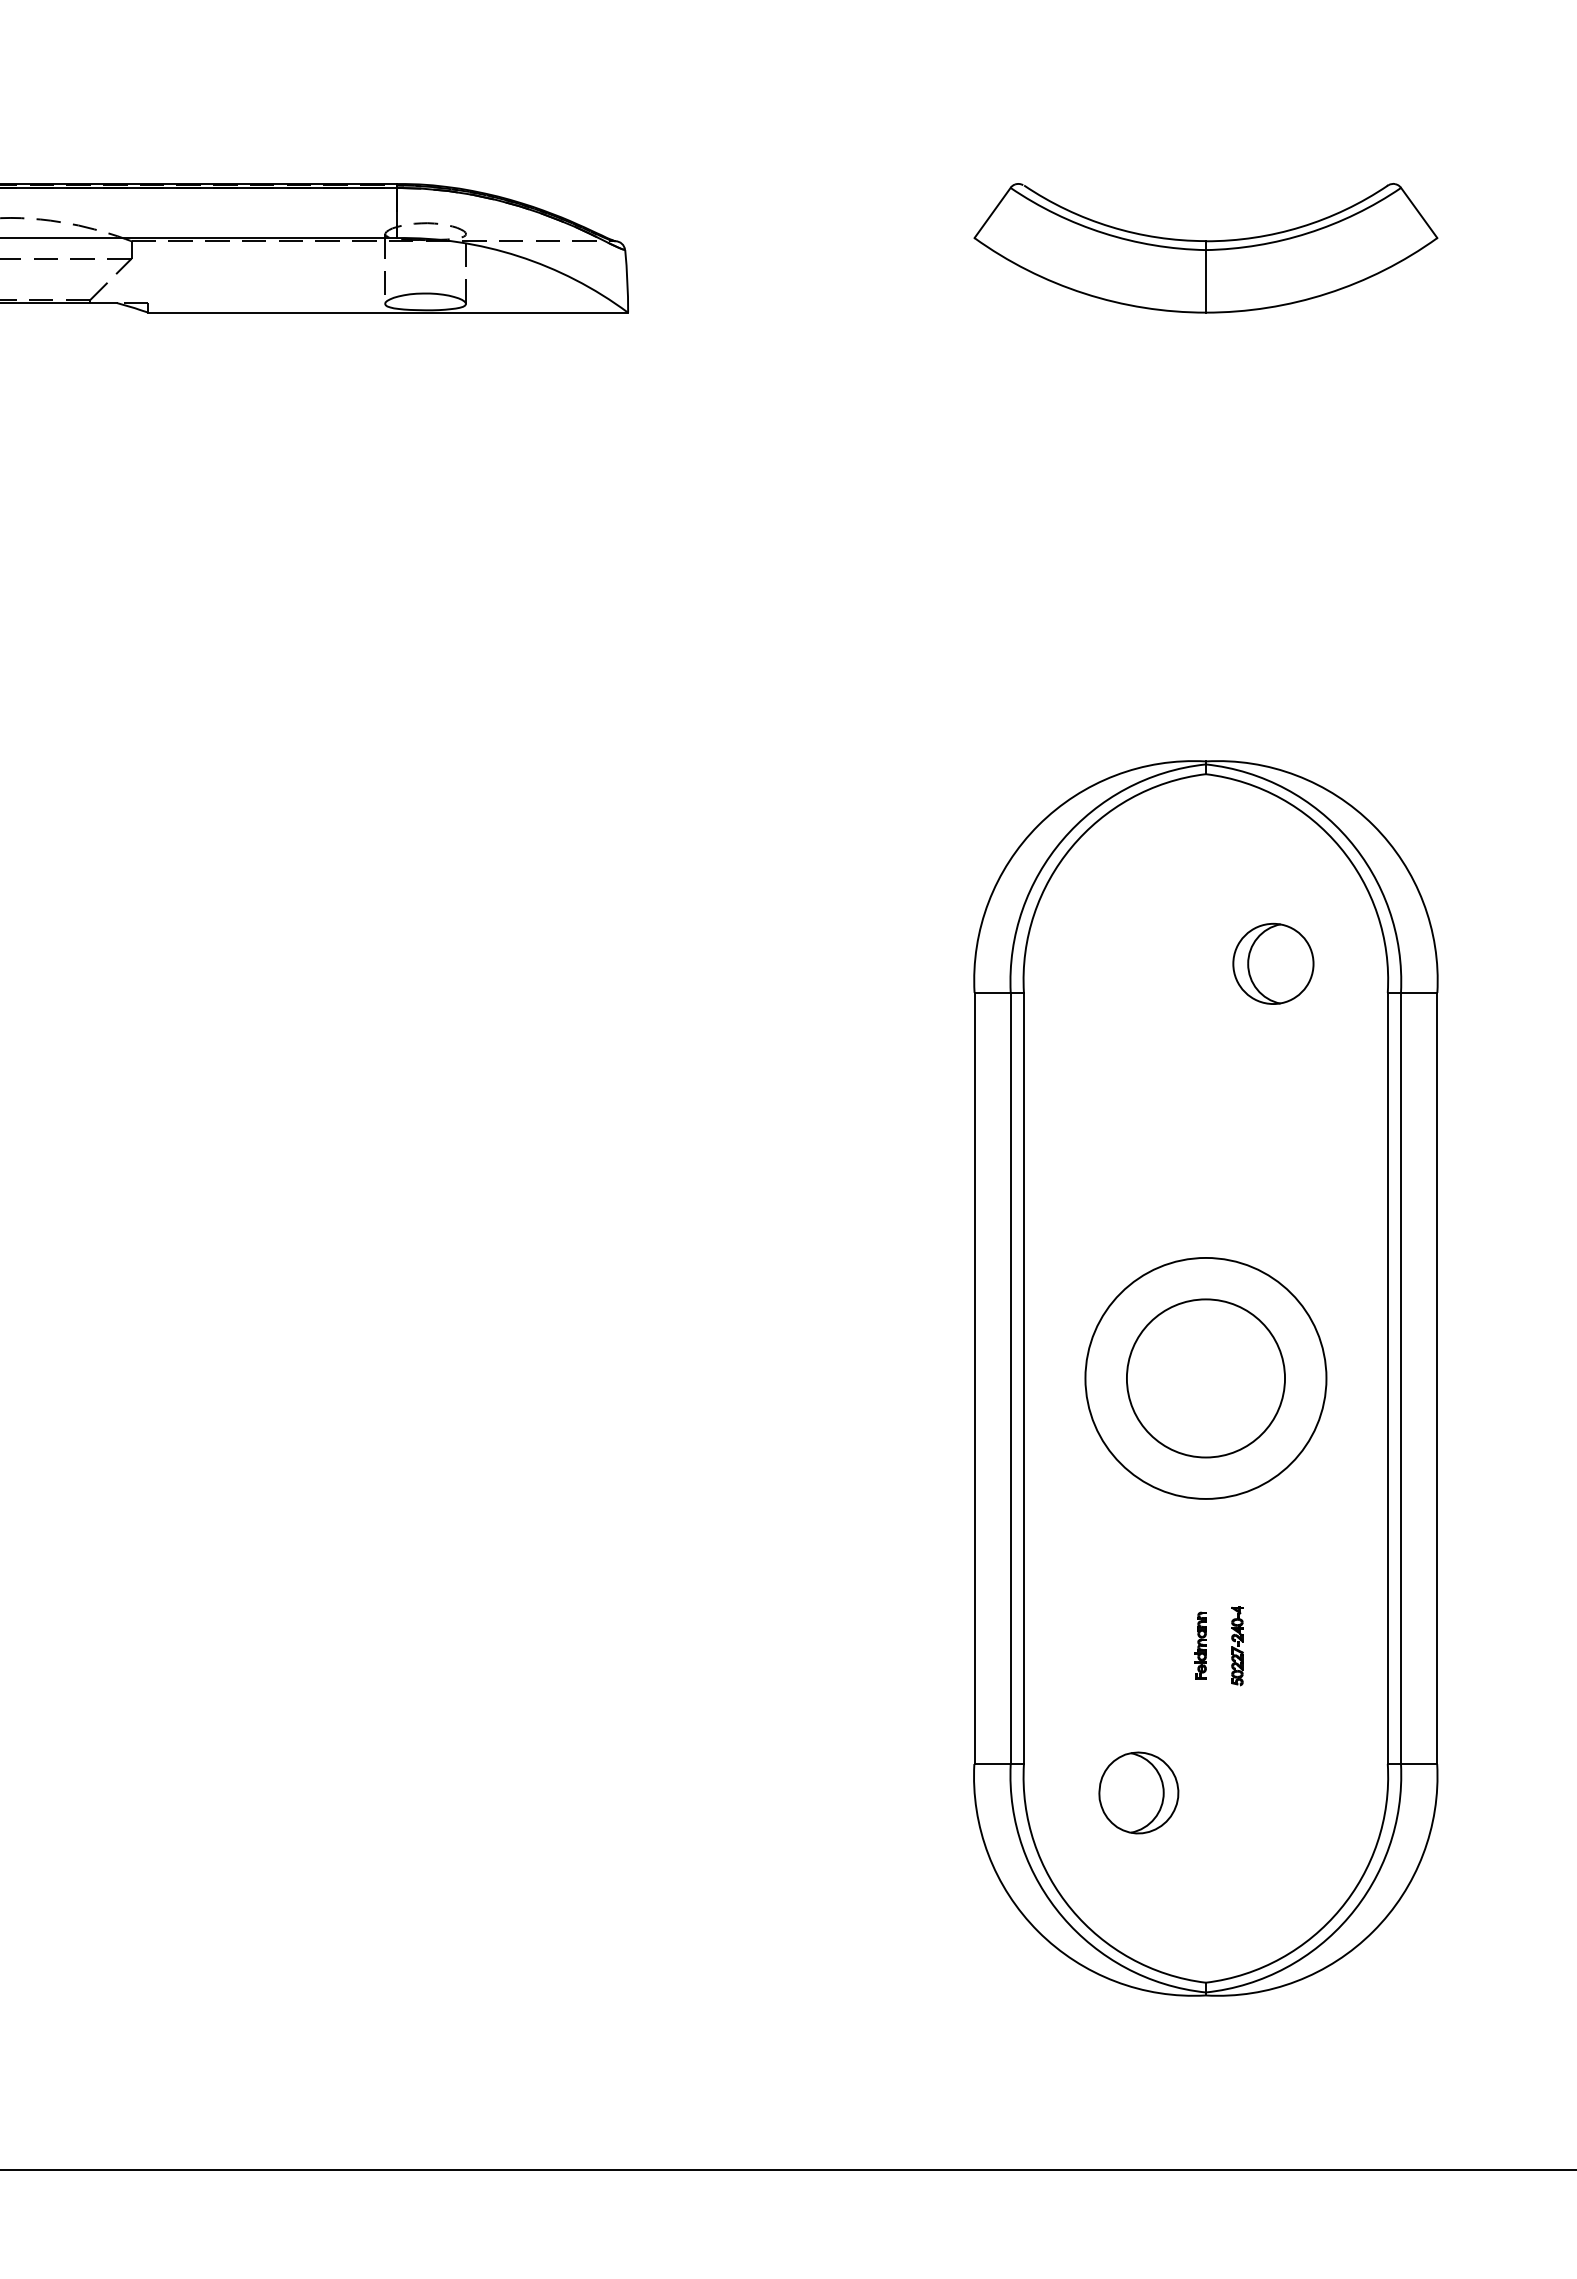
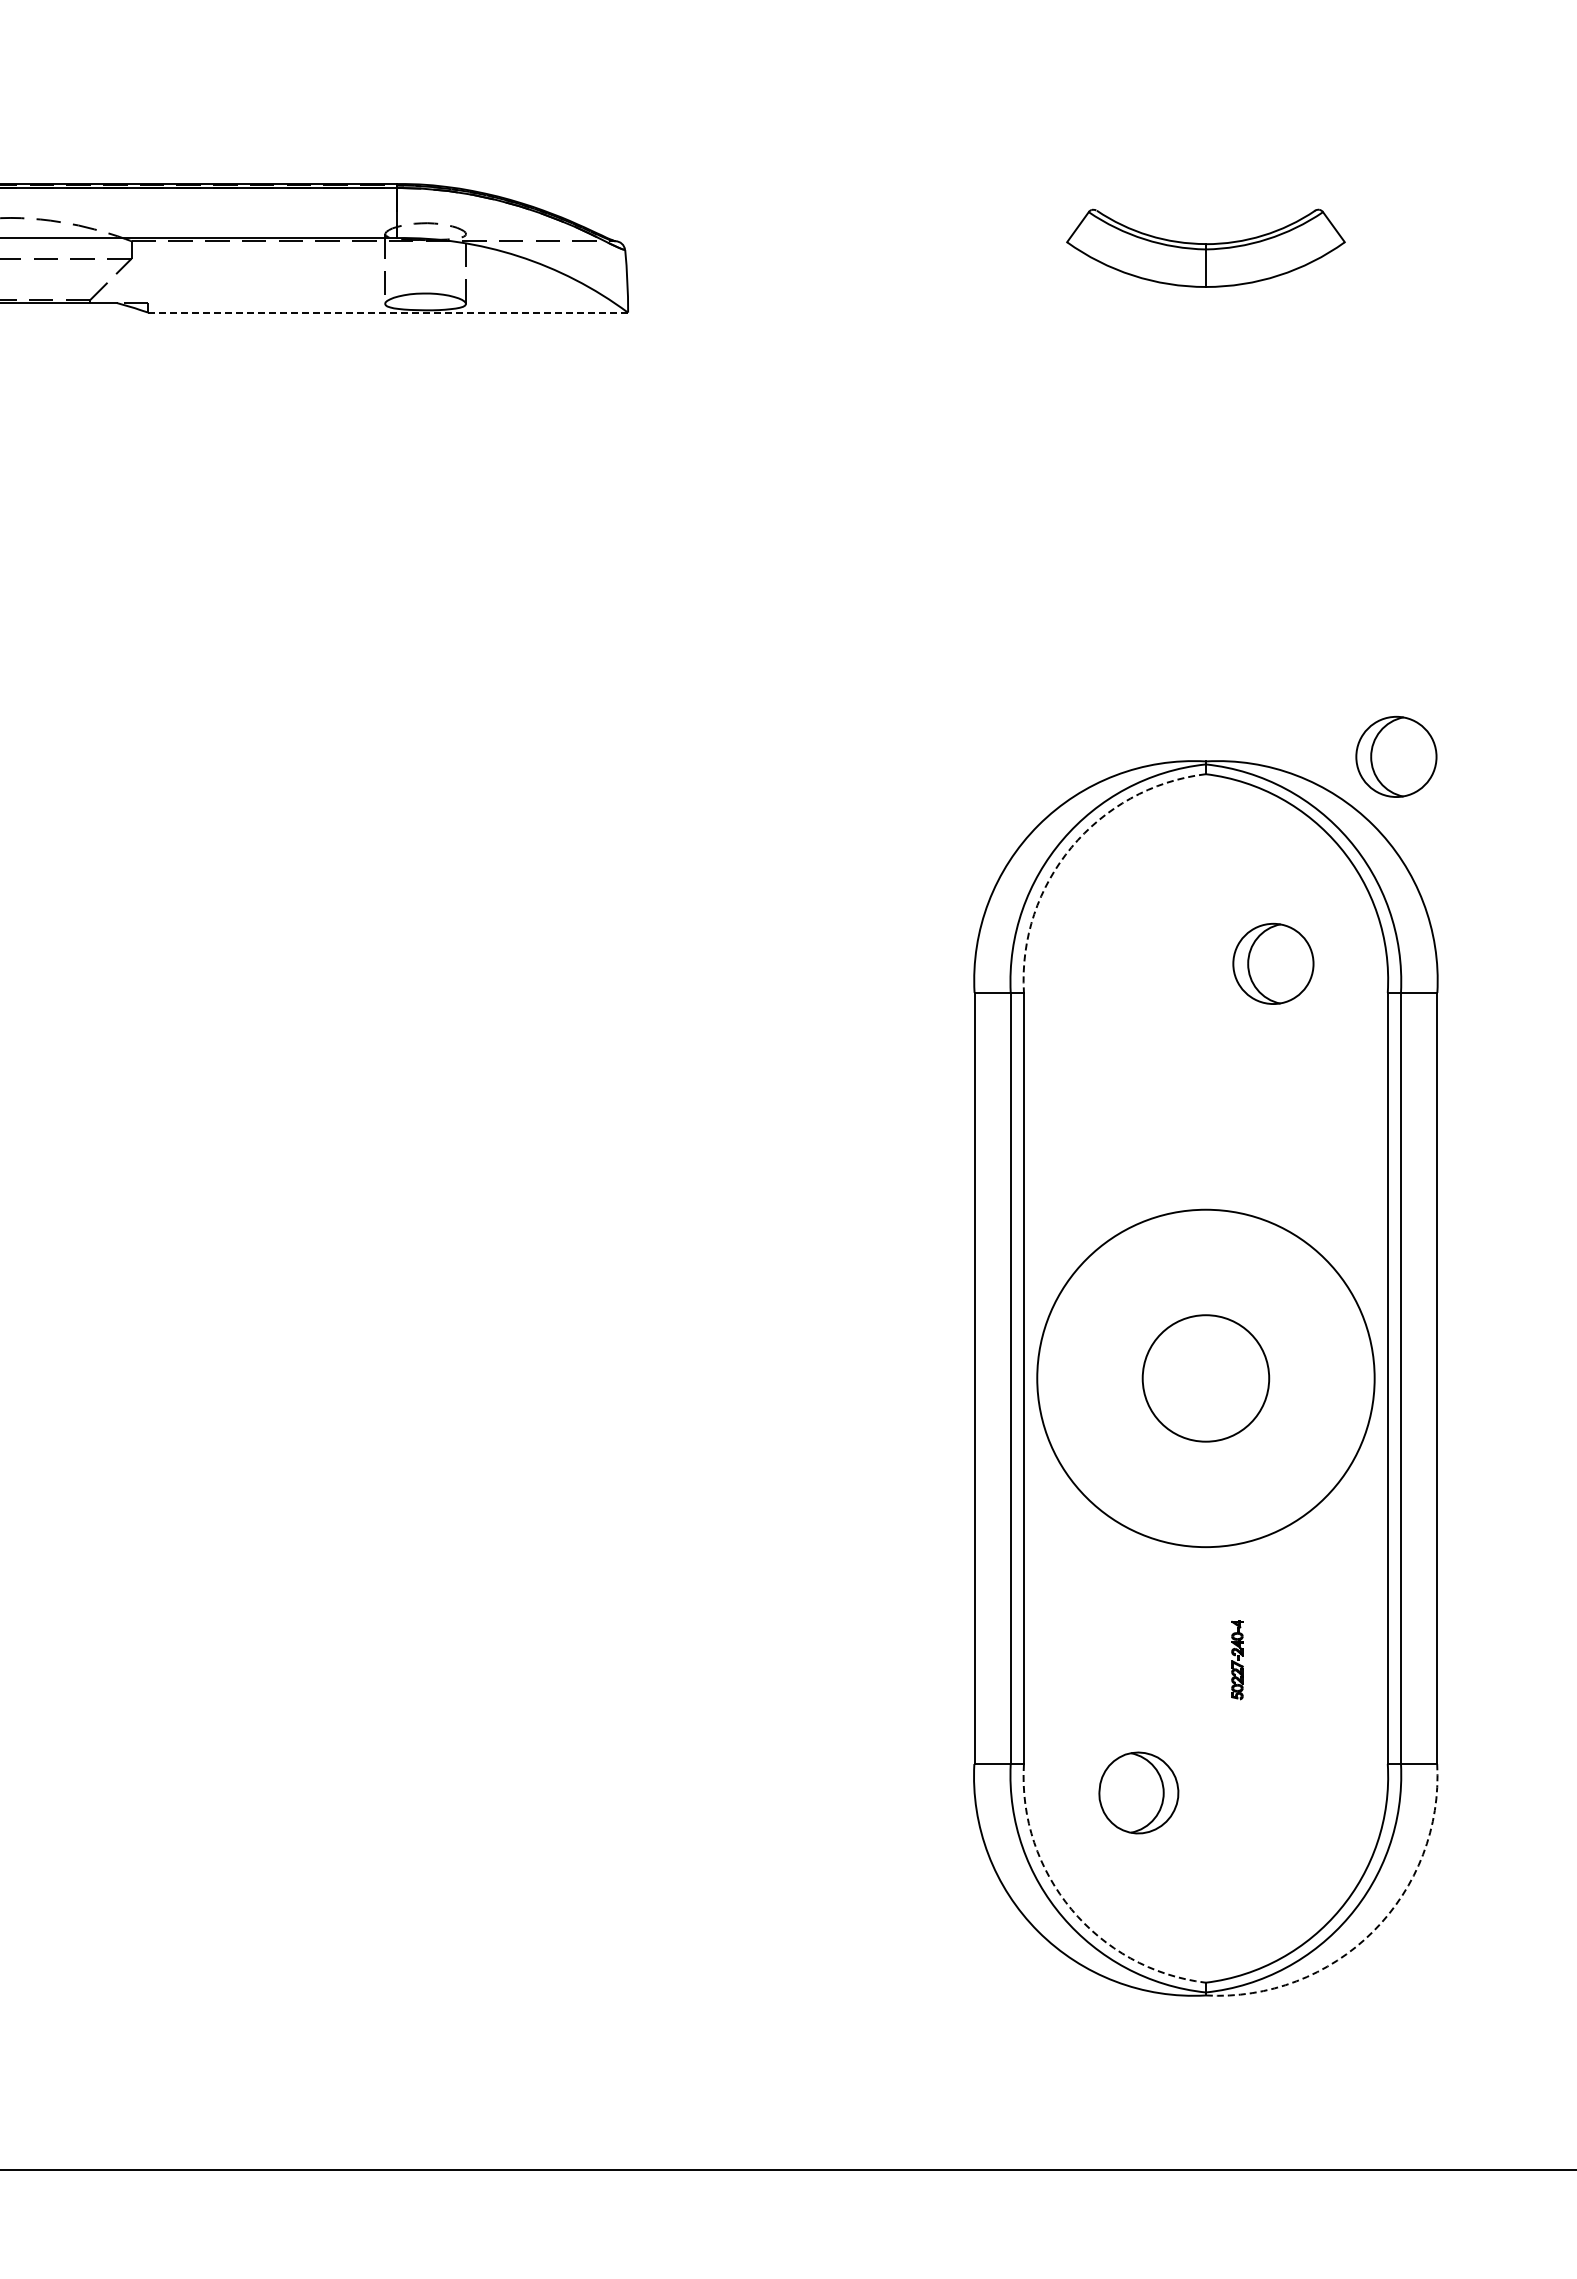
part at (1205, 248) size: 466x131 px -> 280x80 px
line at (388, 312): solid -> dashed
part at (1396, 756): none -> present
arc at (1071, 847): solid -> dashed
circle at (1205, 1377) diameter: 241 px -> 337 px
circle at (1205, 1378) diameter: 158 px -> 126 px
part at (1200, 1645): present -> none
part at (1237, 1646) position: (1237, 1646) -> (1237, 1660)
arc at (1071, 1909): solid -> dashed
arc at (1373, 1931): solid -> dashed
